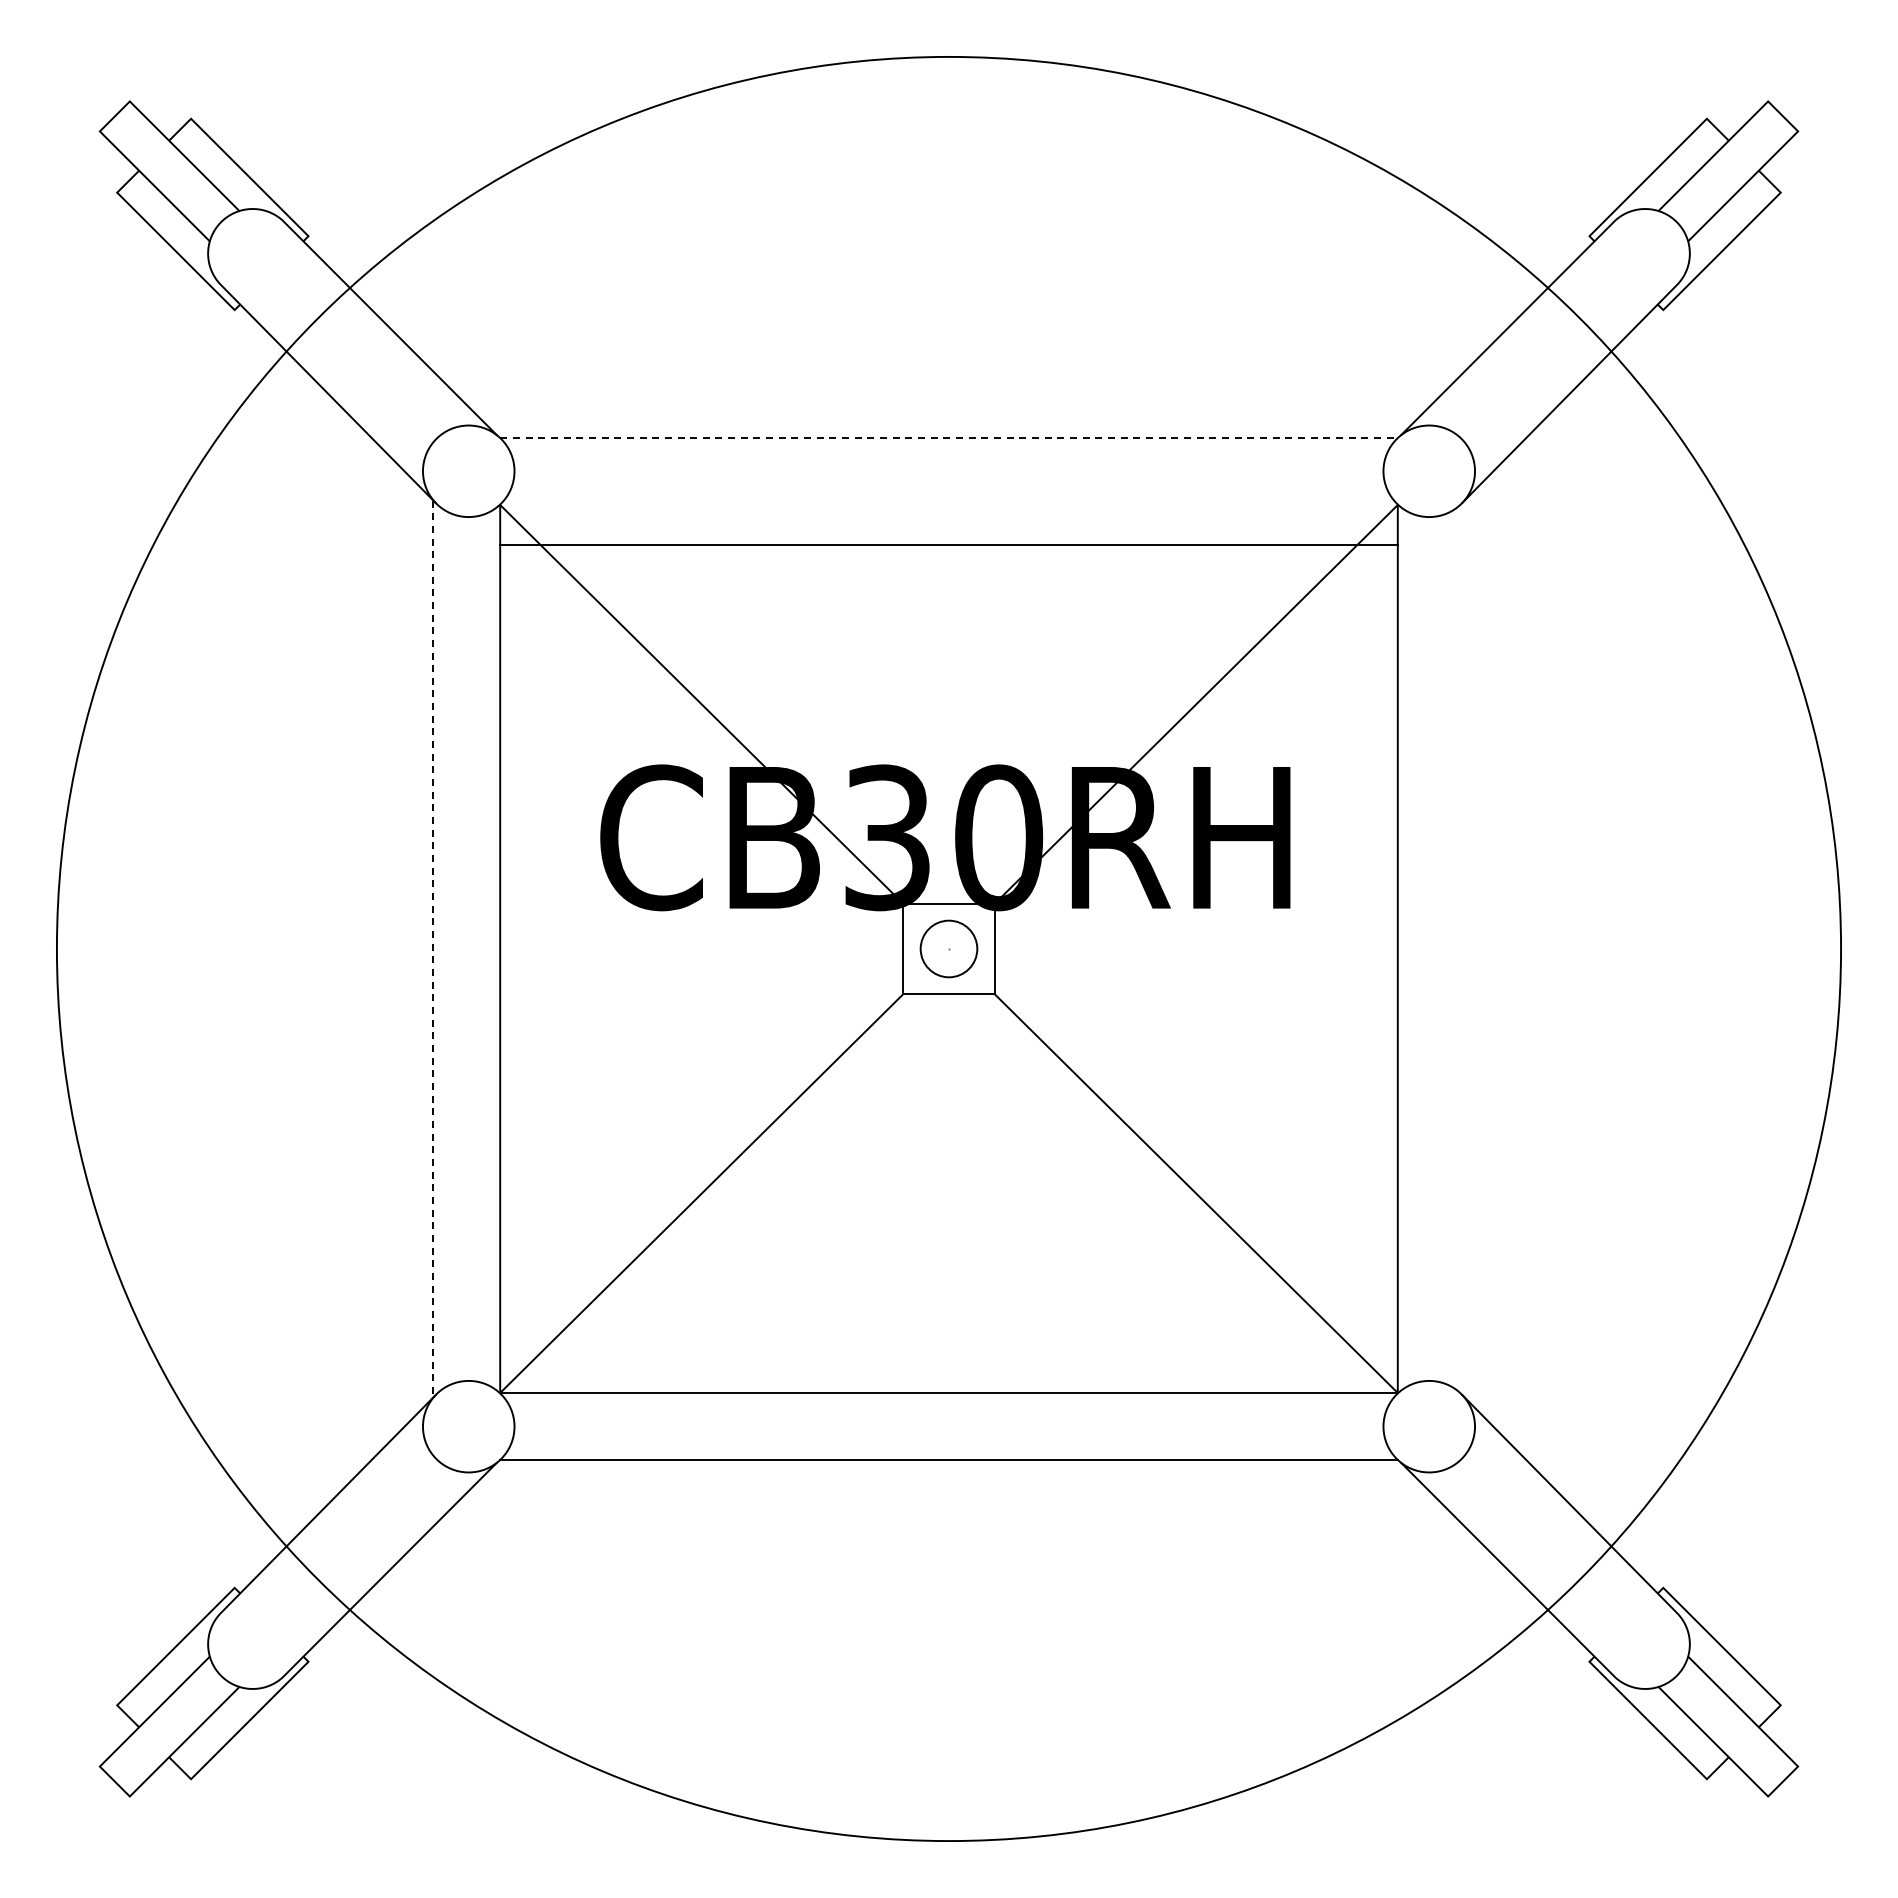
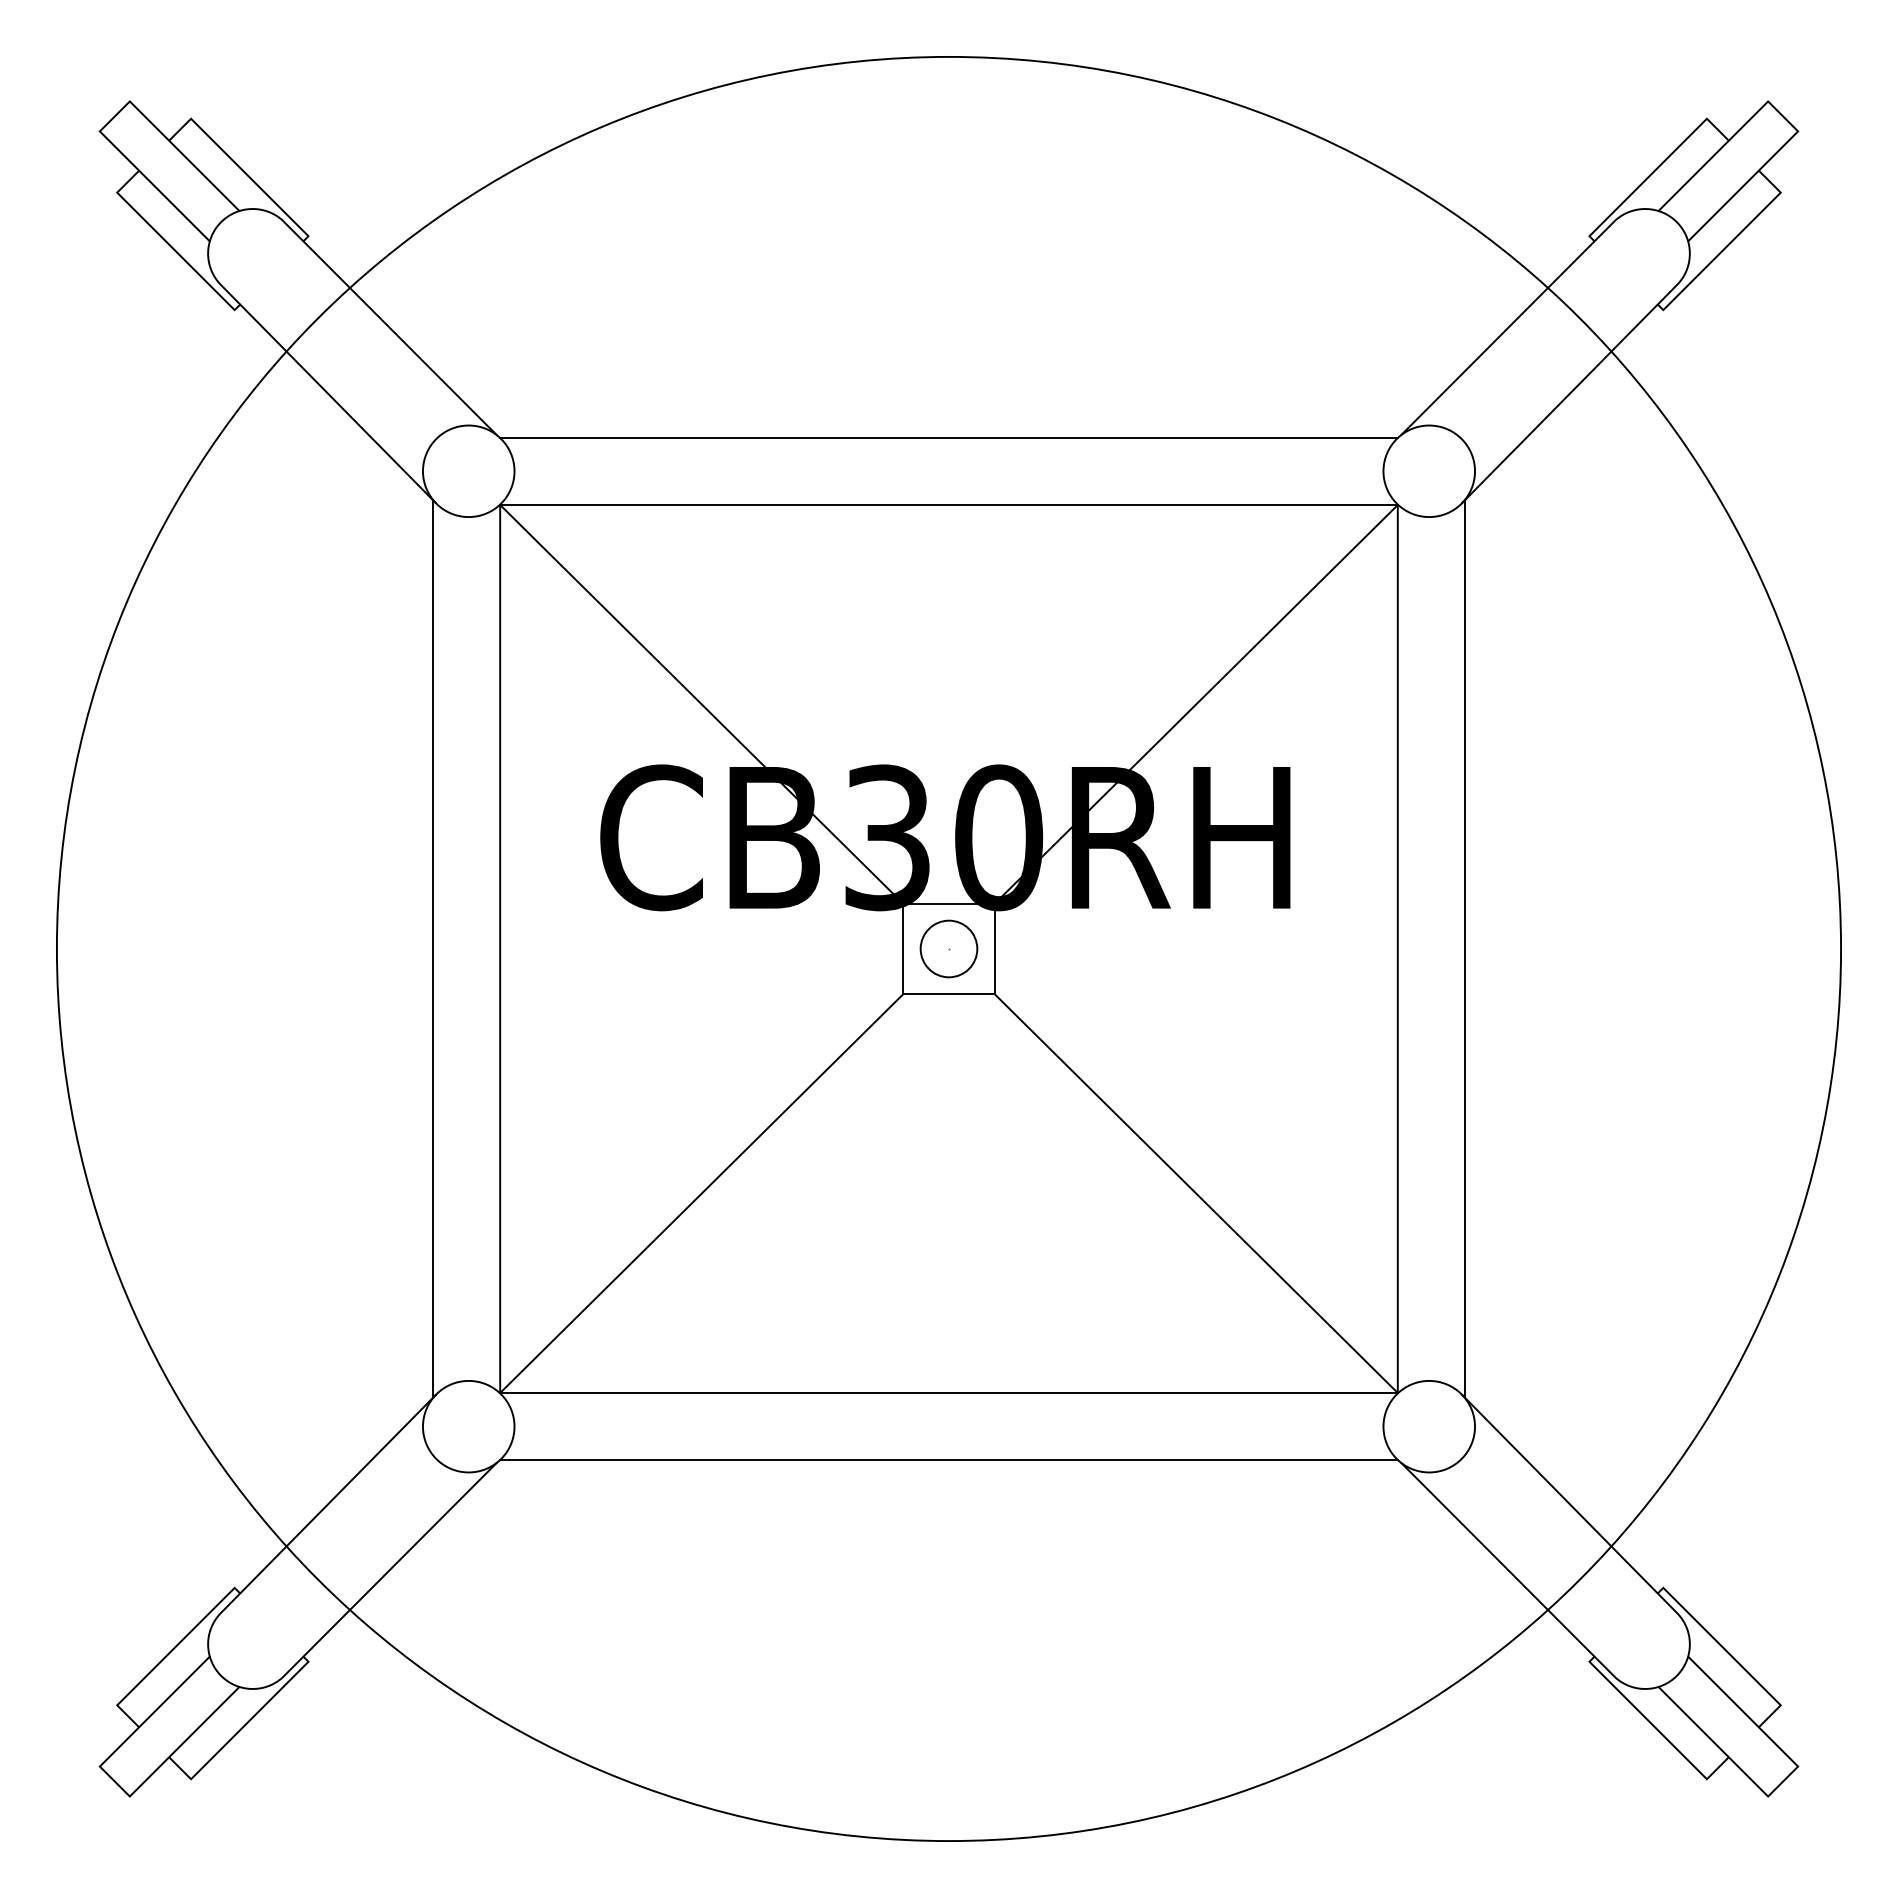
line at (949, 438): dashed -> solid
line at (948, 545) position: (948, 545) -> (948, 505)
line at (1464, 948): none -> present
line at (433, 949): dashed -> solid
